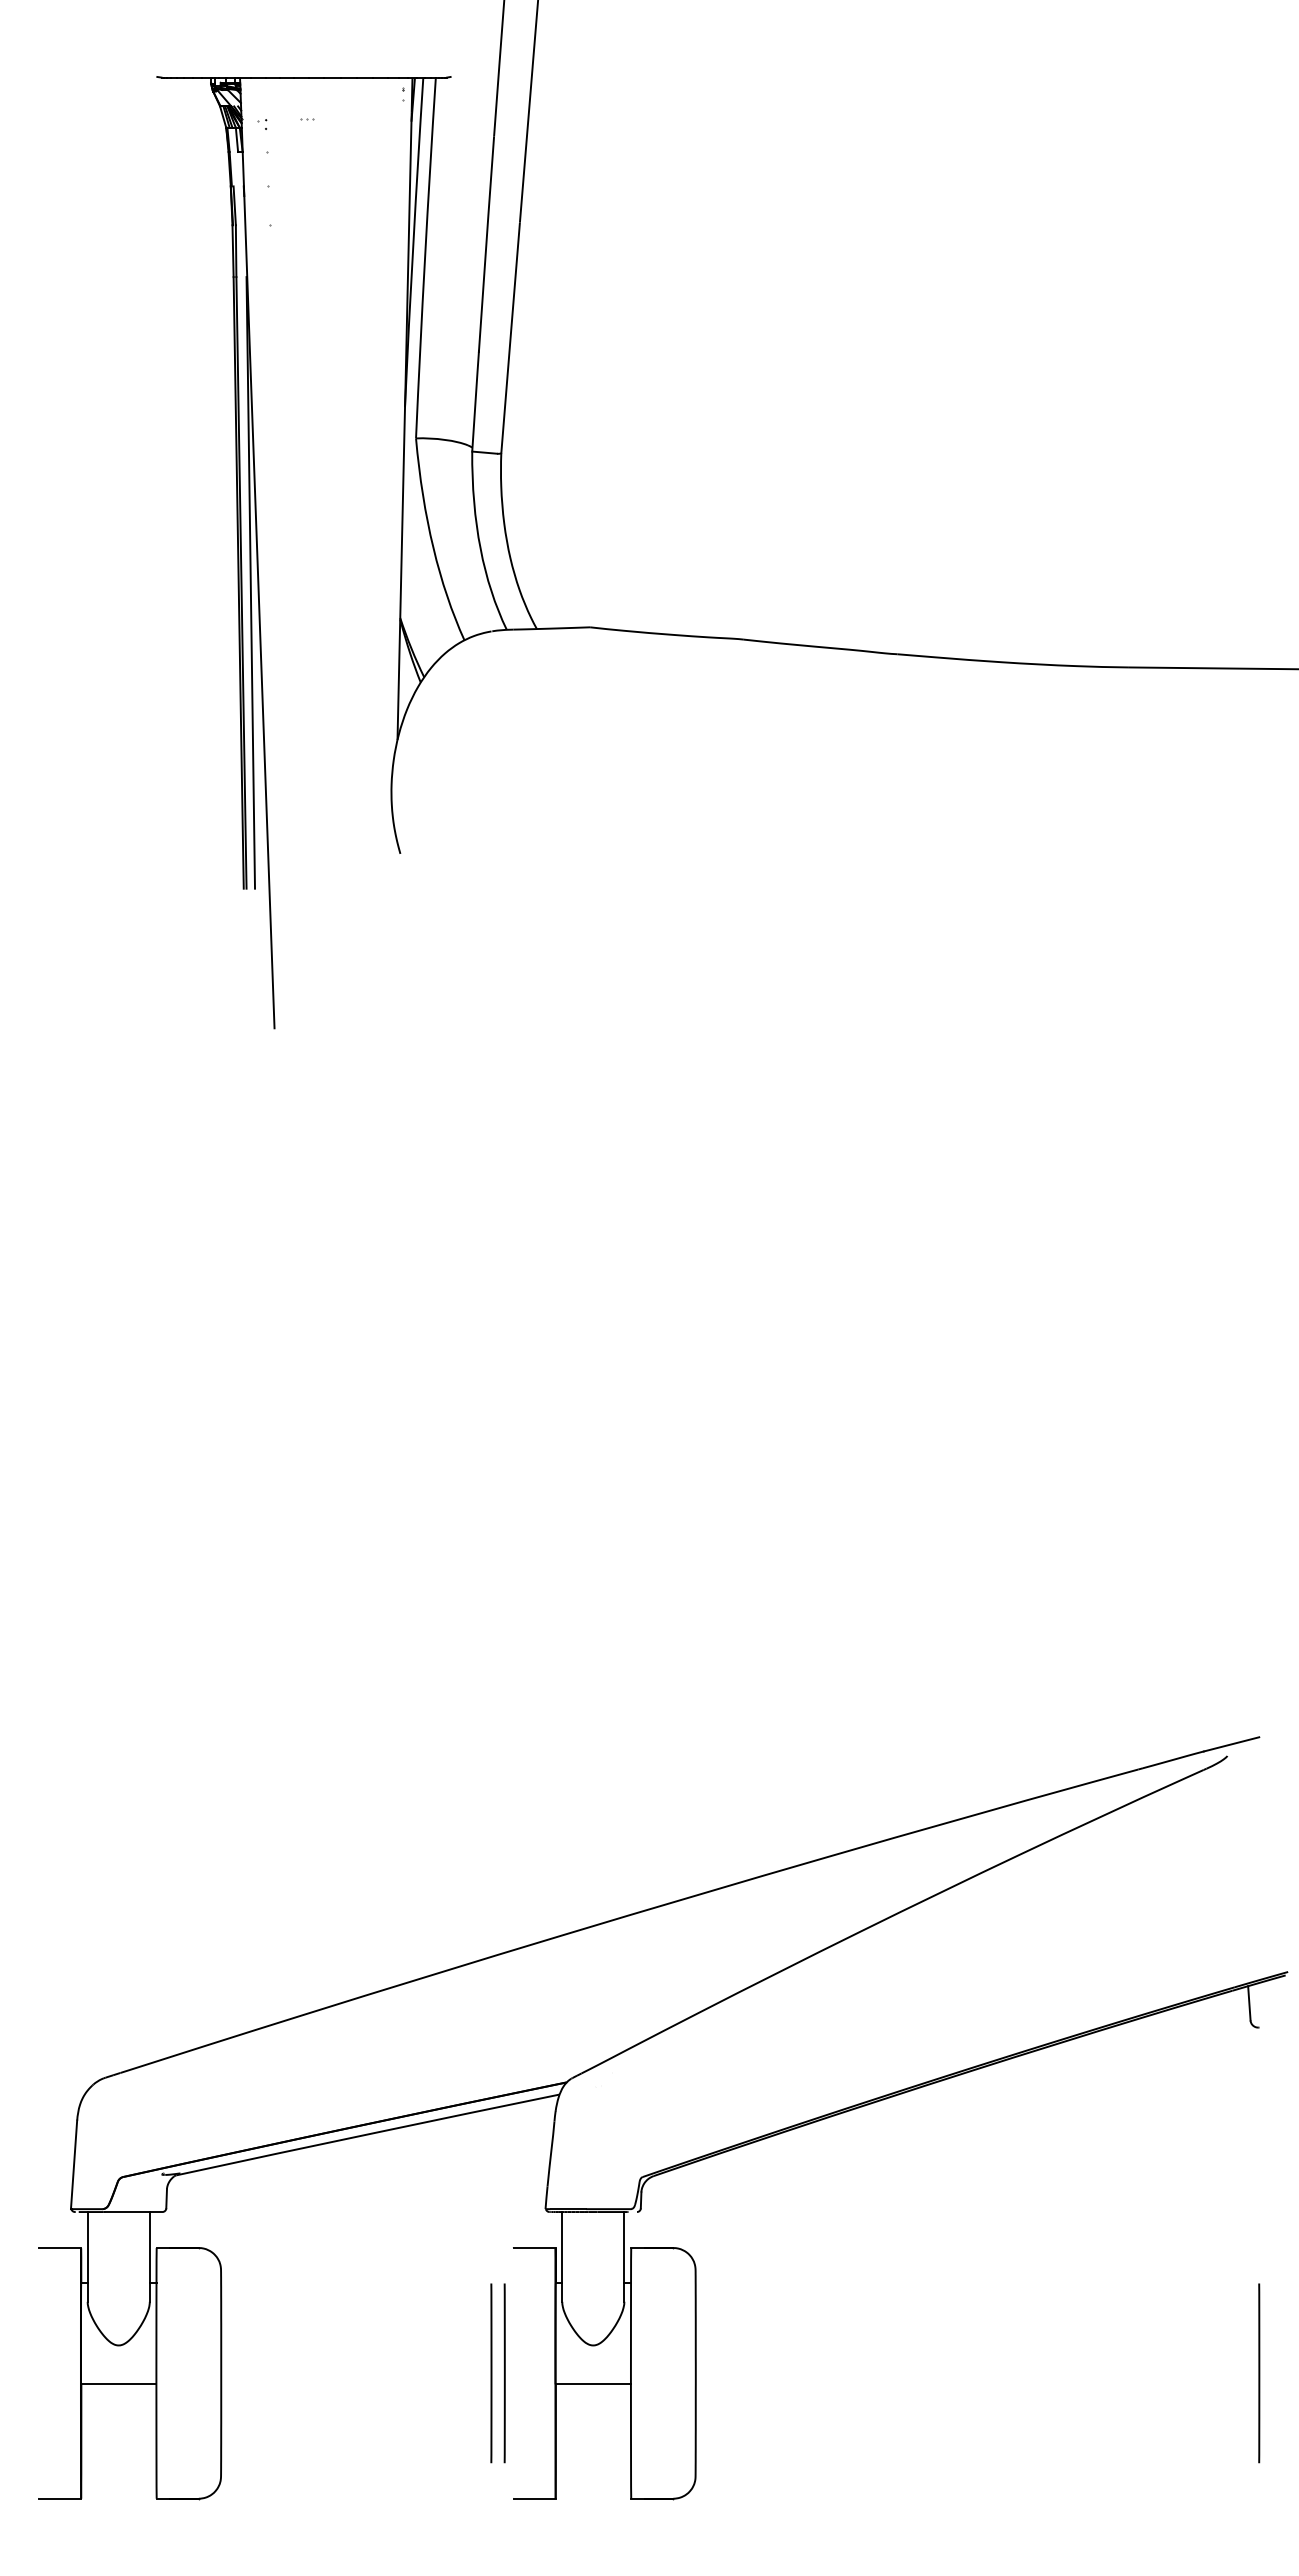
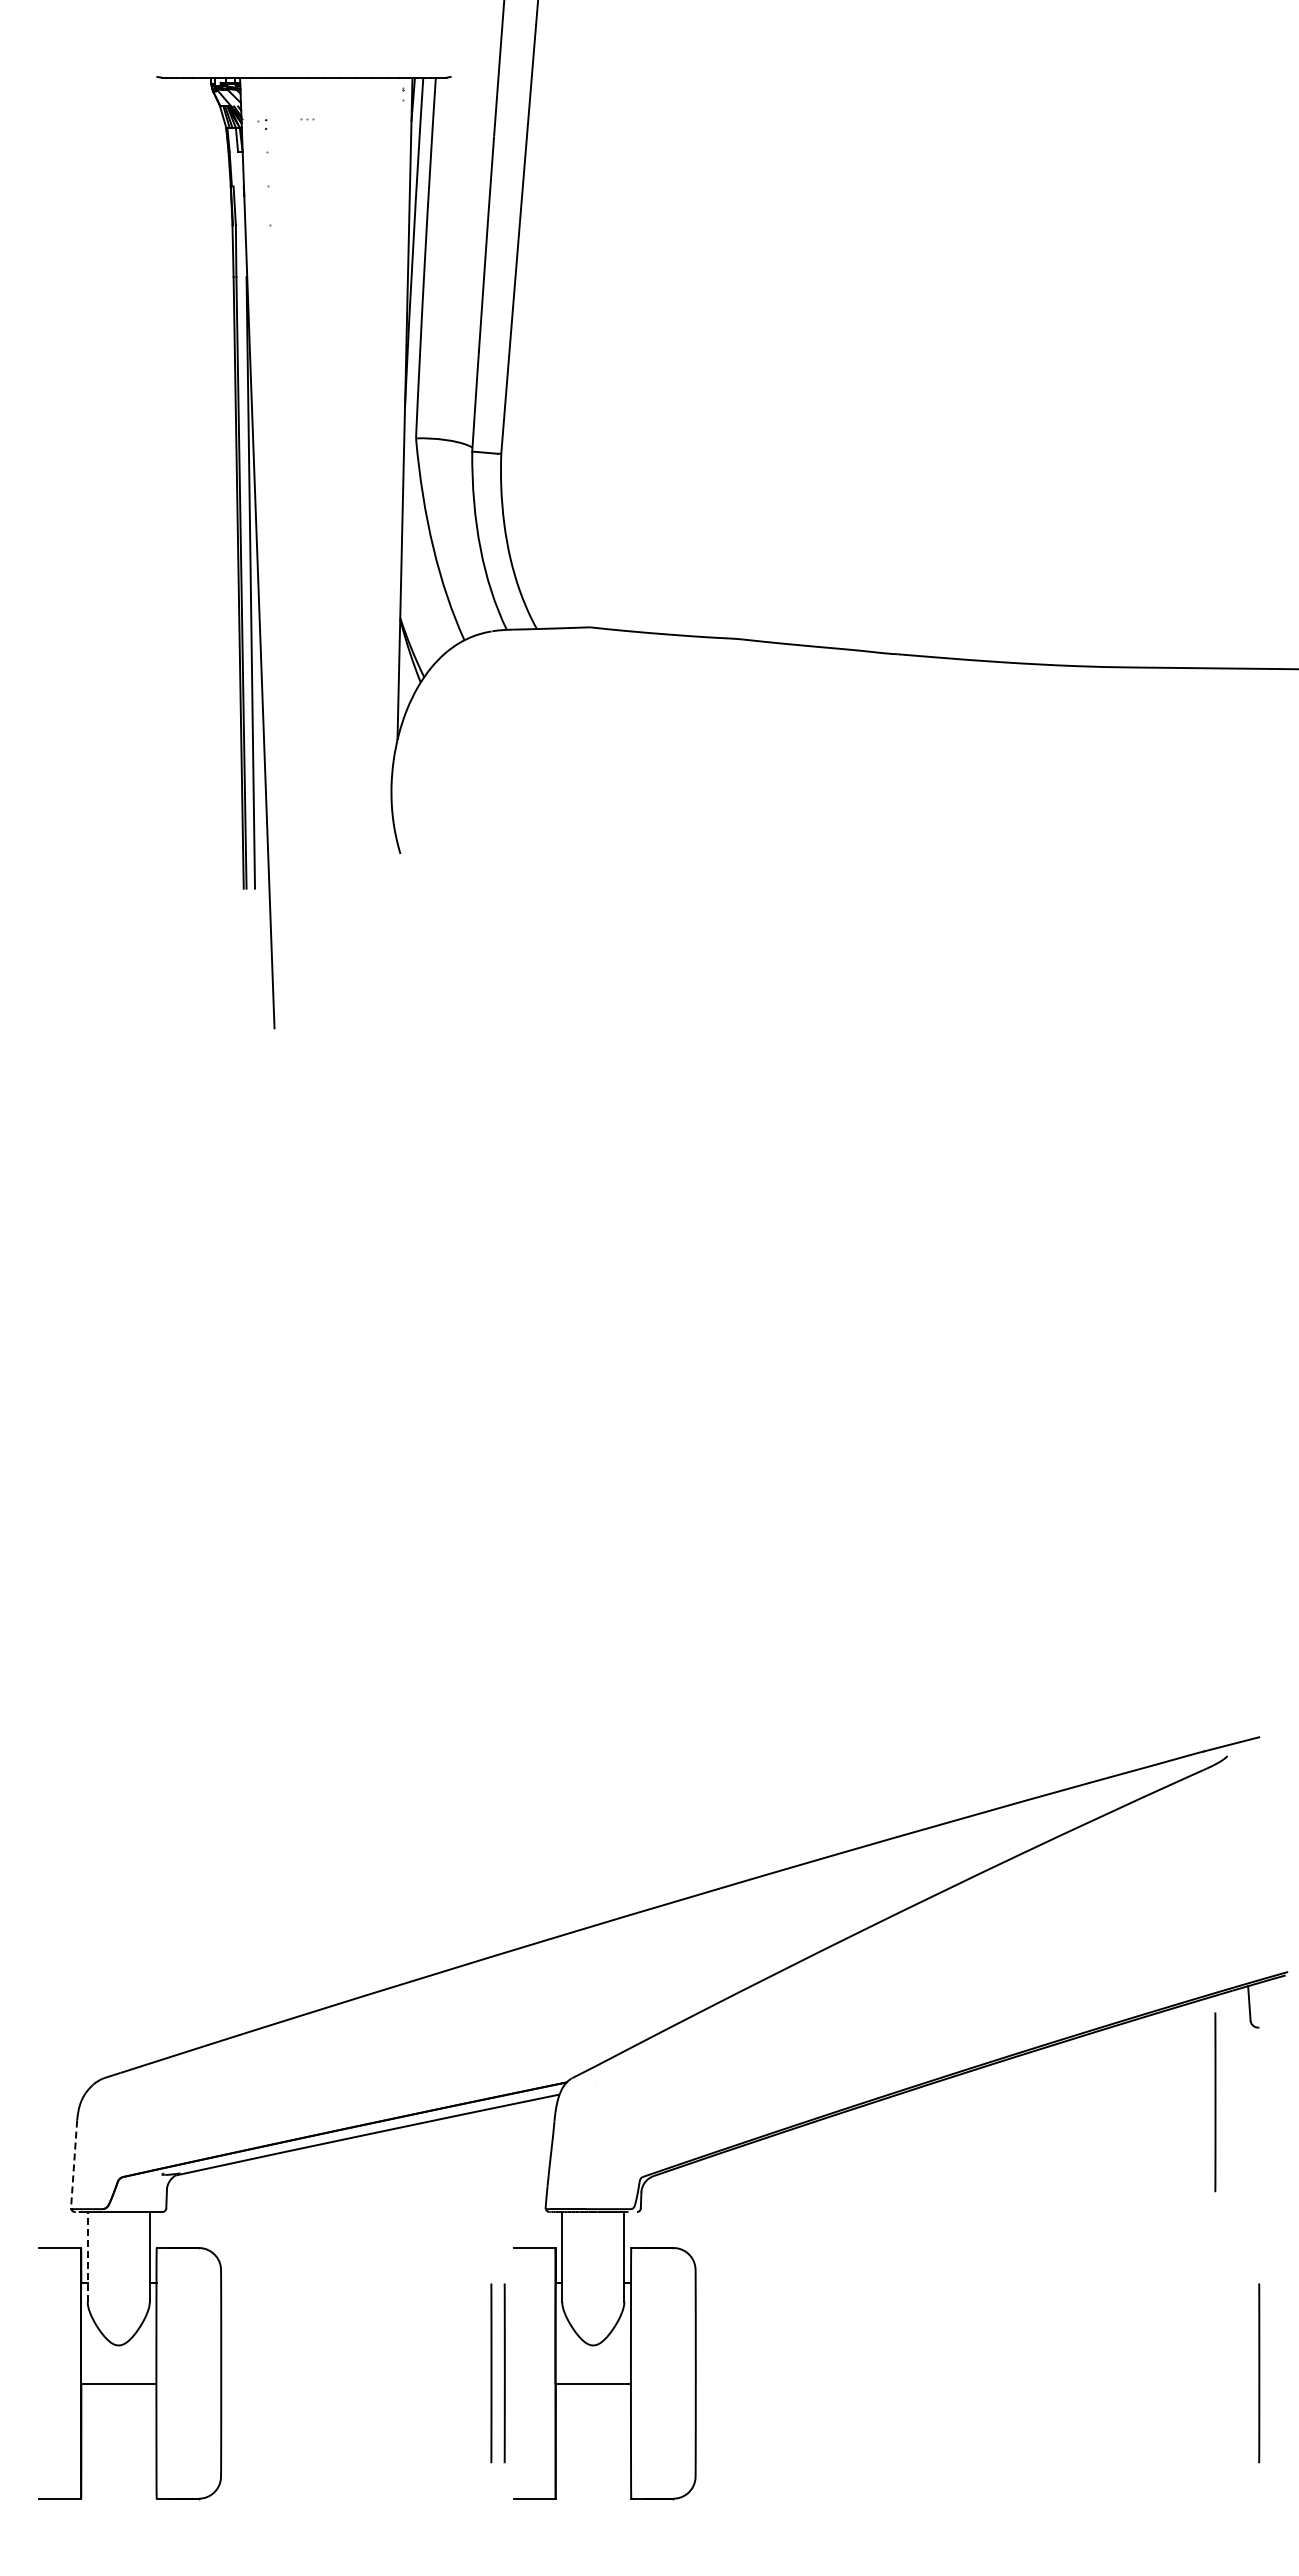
line at (1215, 2102): none -> present
line at (74, 2165): solid -> dashed
line at (87, 2256): solid -> dashed
